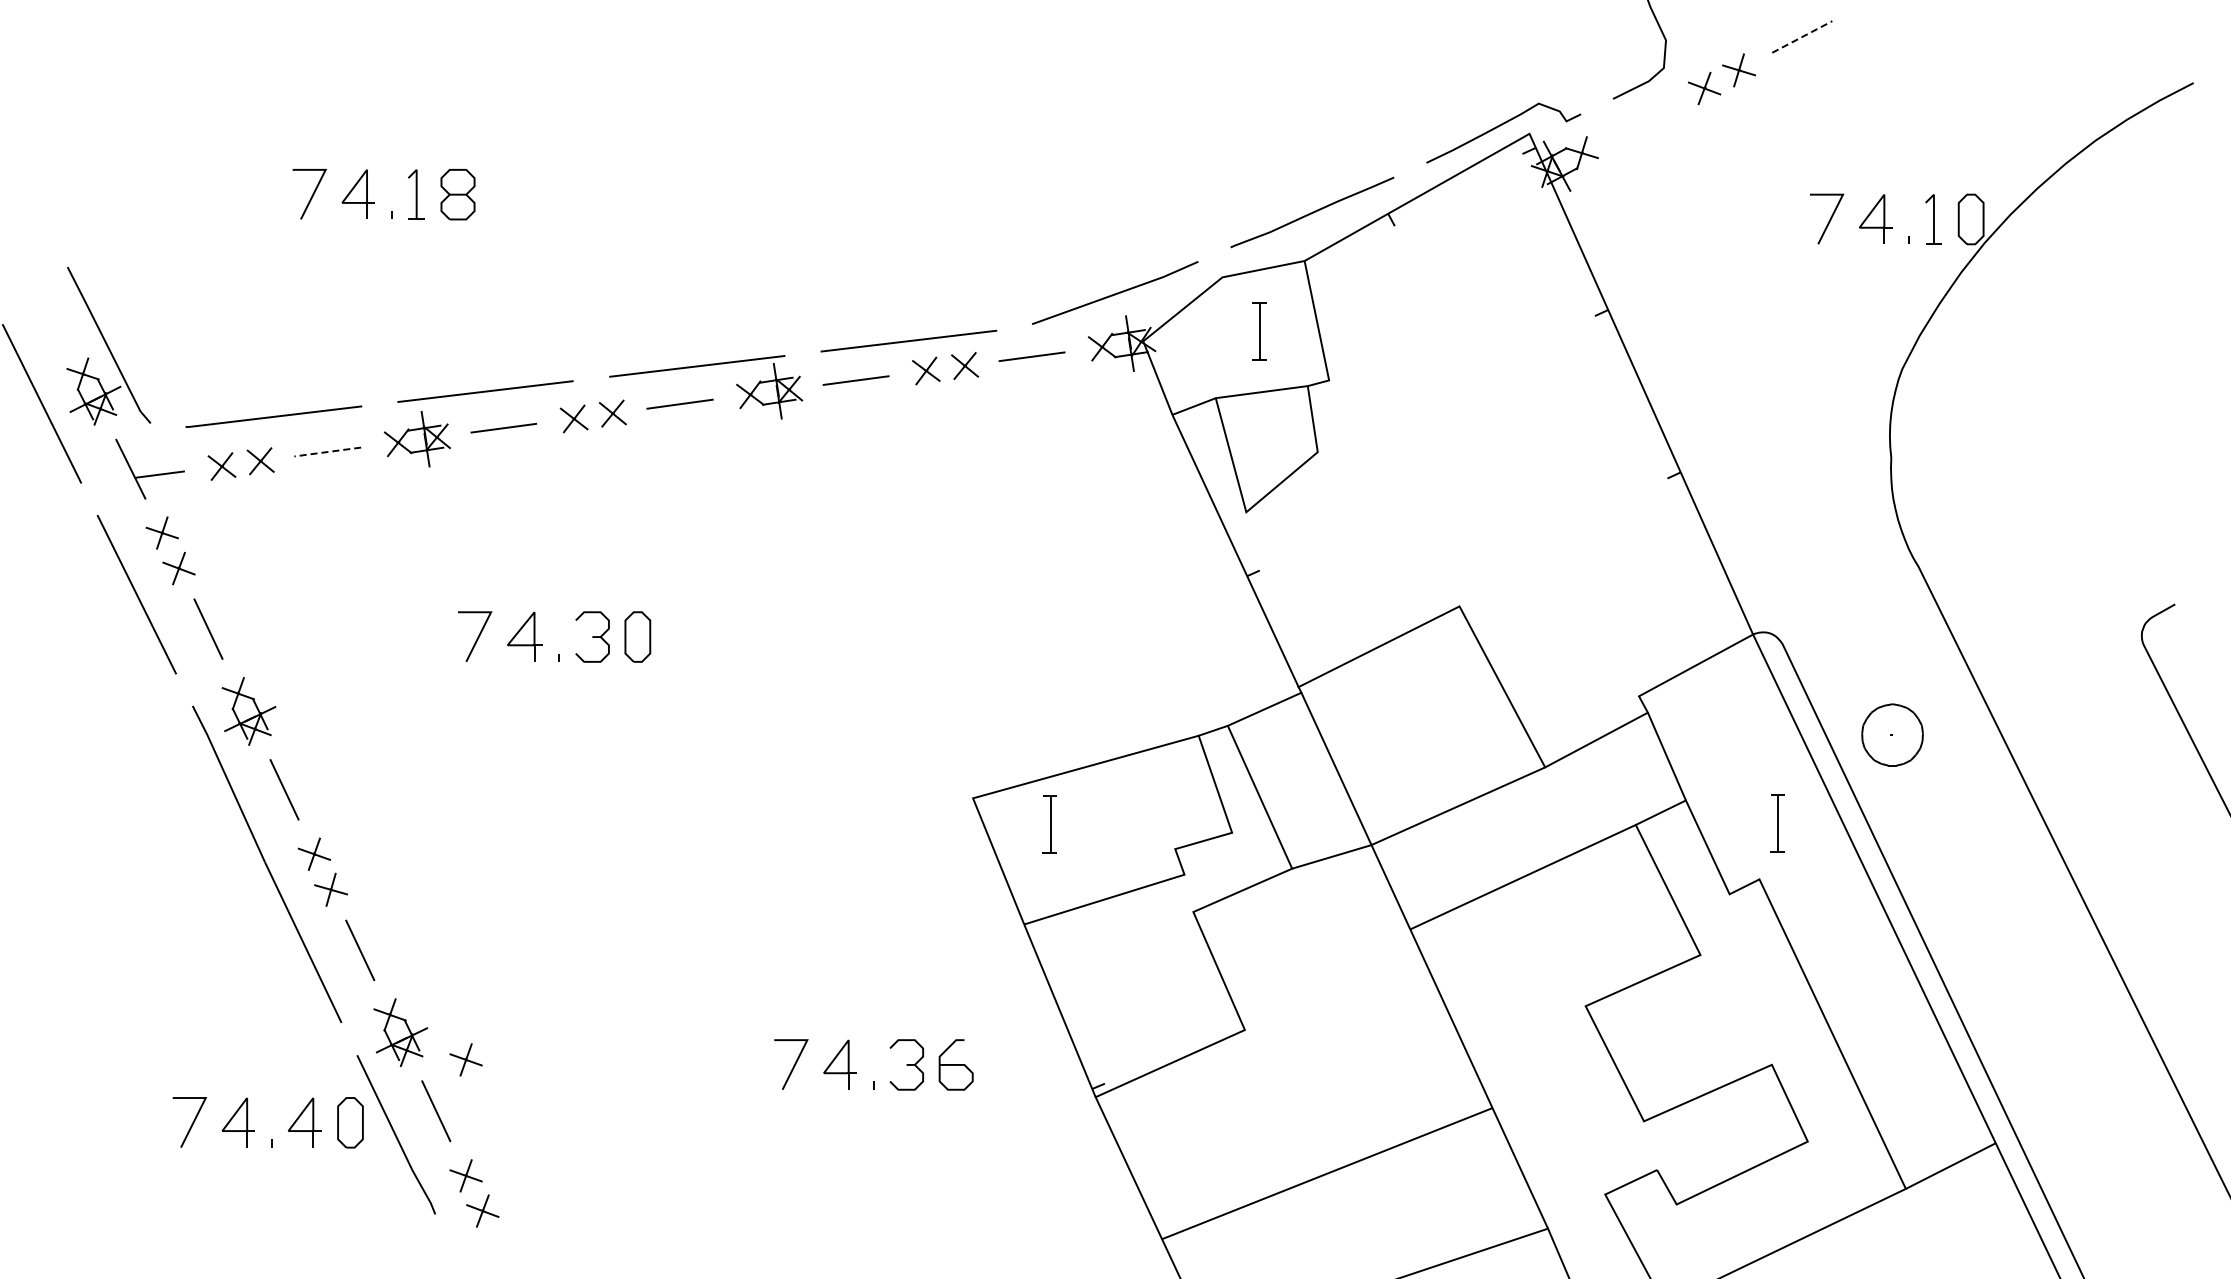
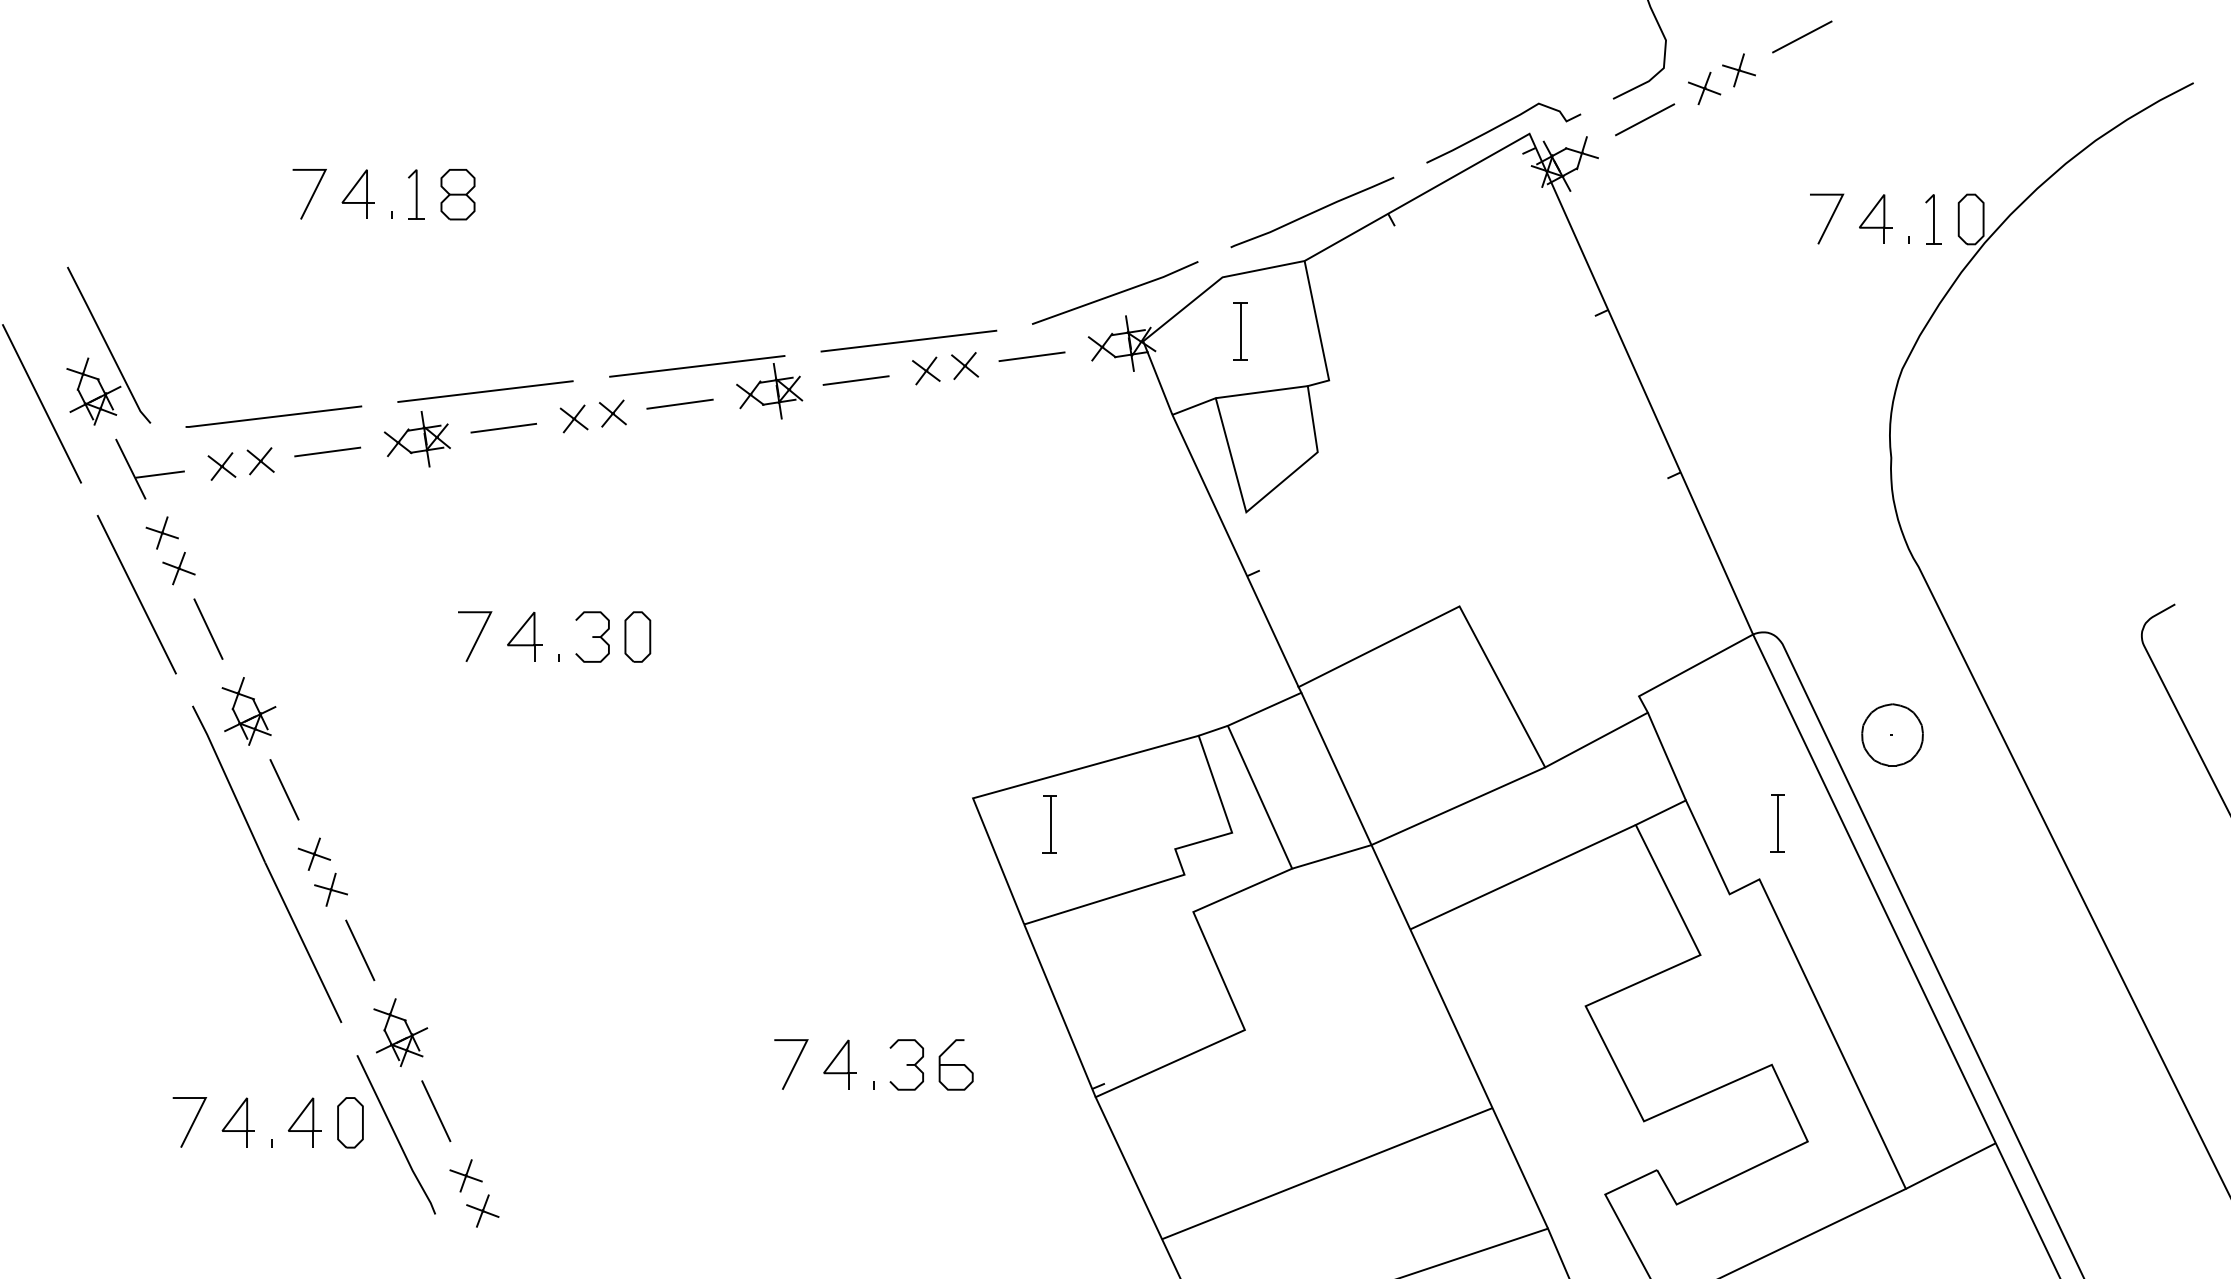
line at (1802, 37): dashed -> solid
line at (1645, 119): none -> present
part at (1259, 331) position: (1259, 331) -> (1240, 331)
line at (327, 452): dashed -> solid
part at (465, 1059): present -> none
